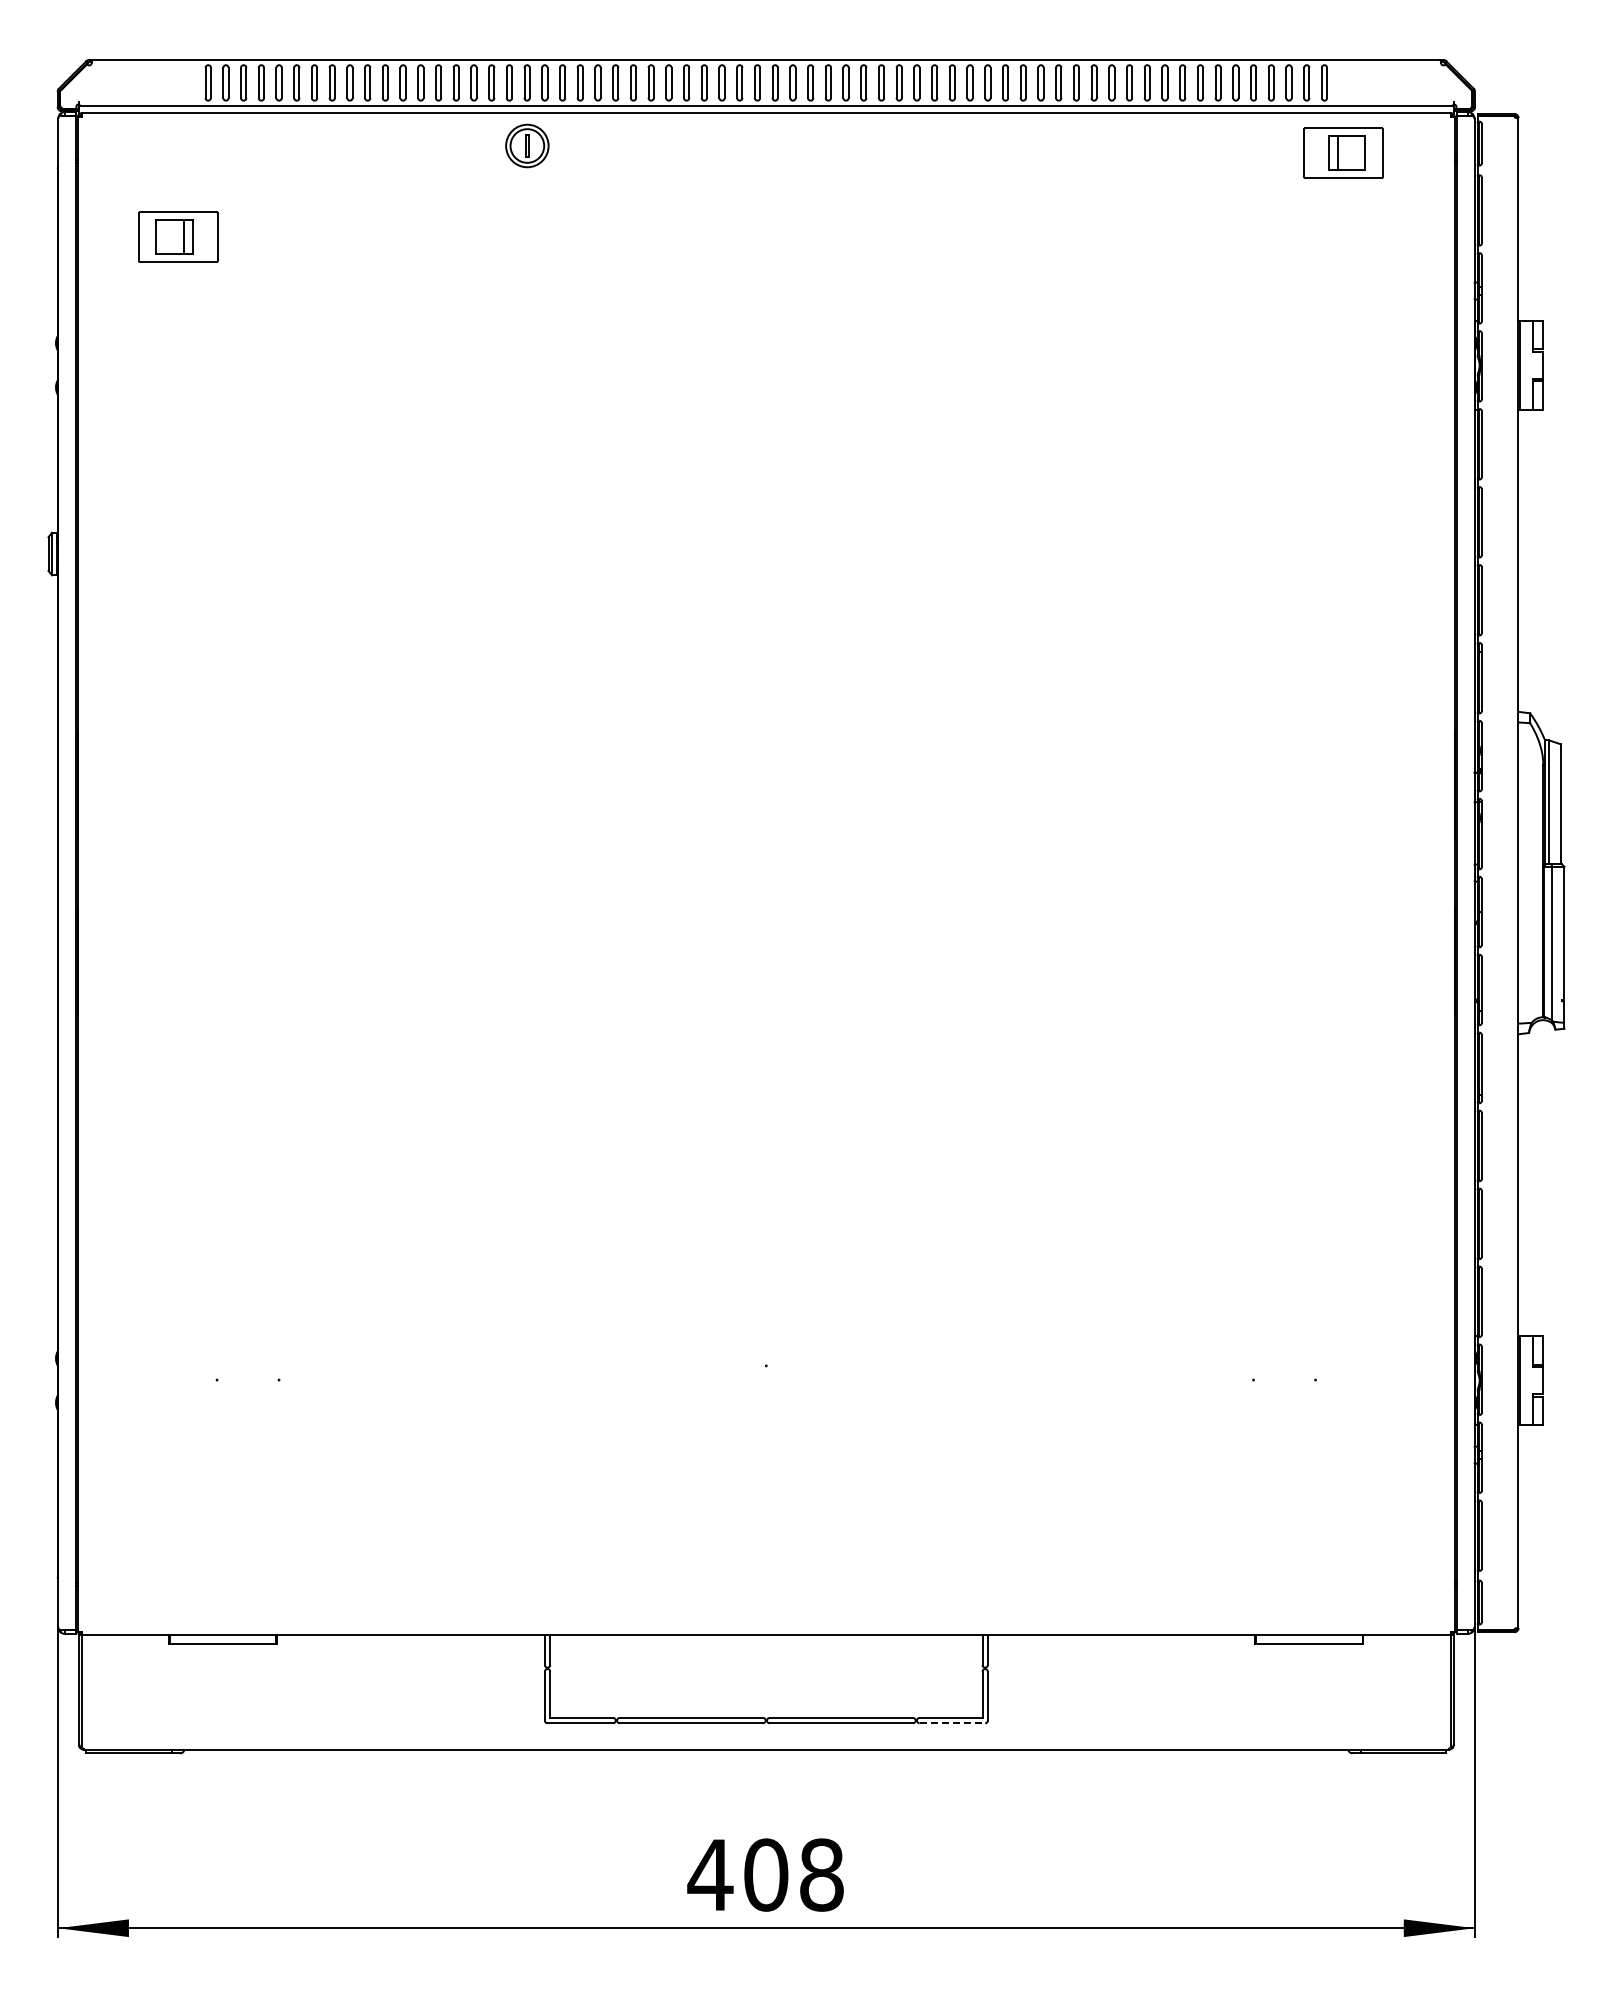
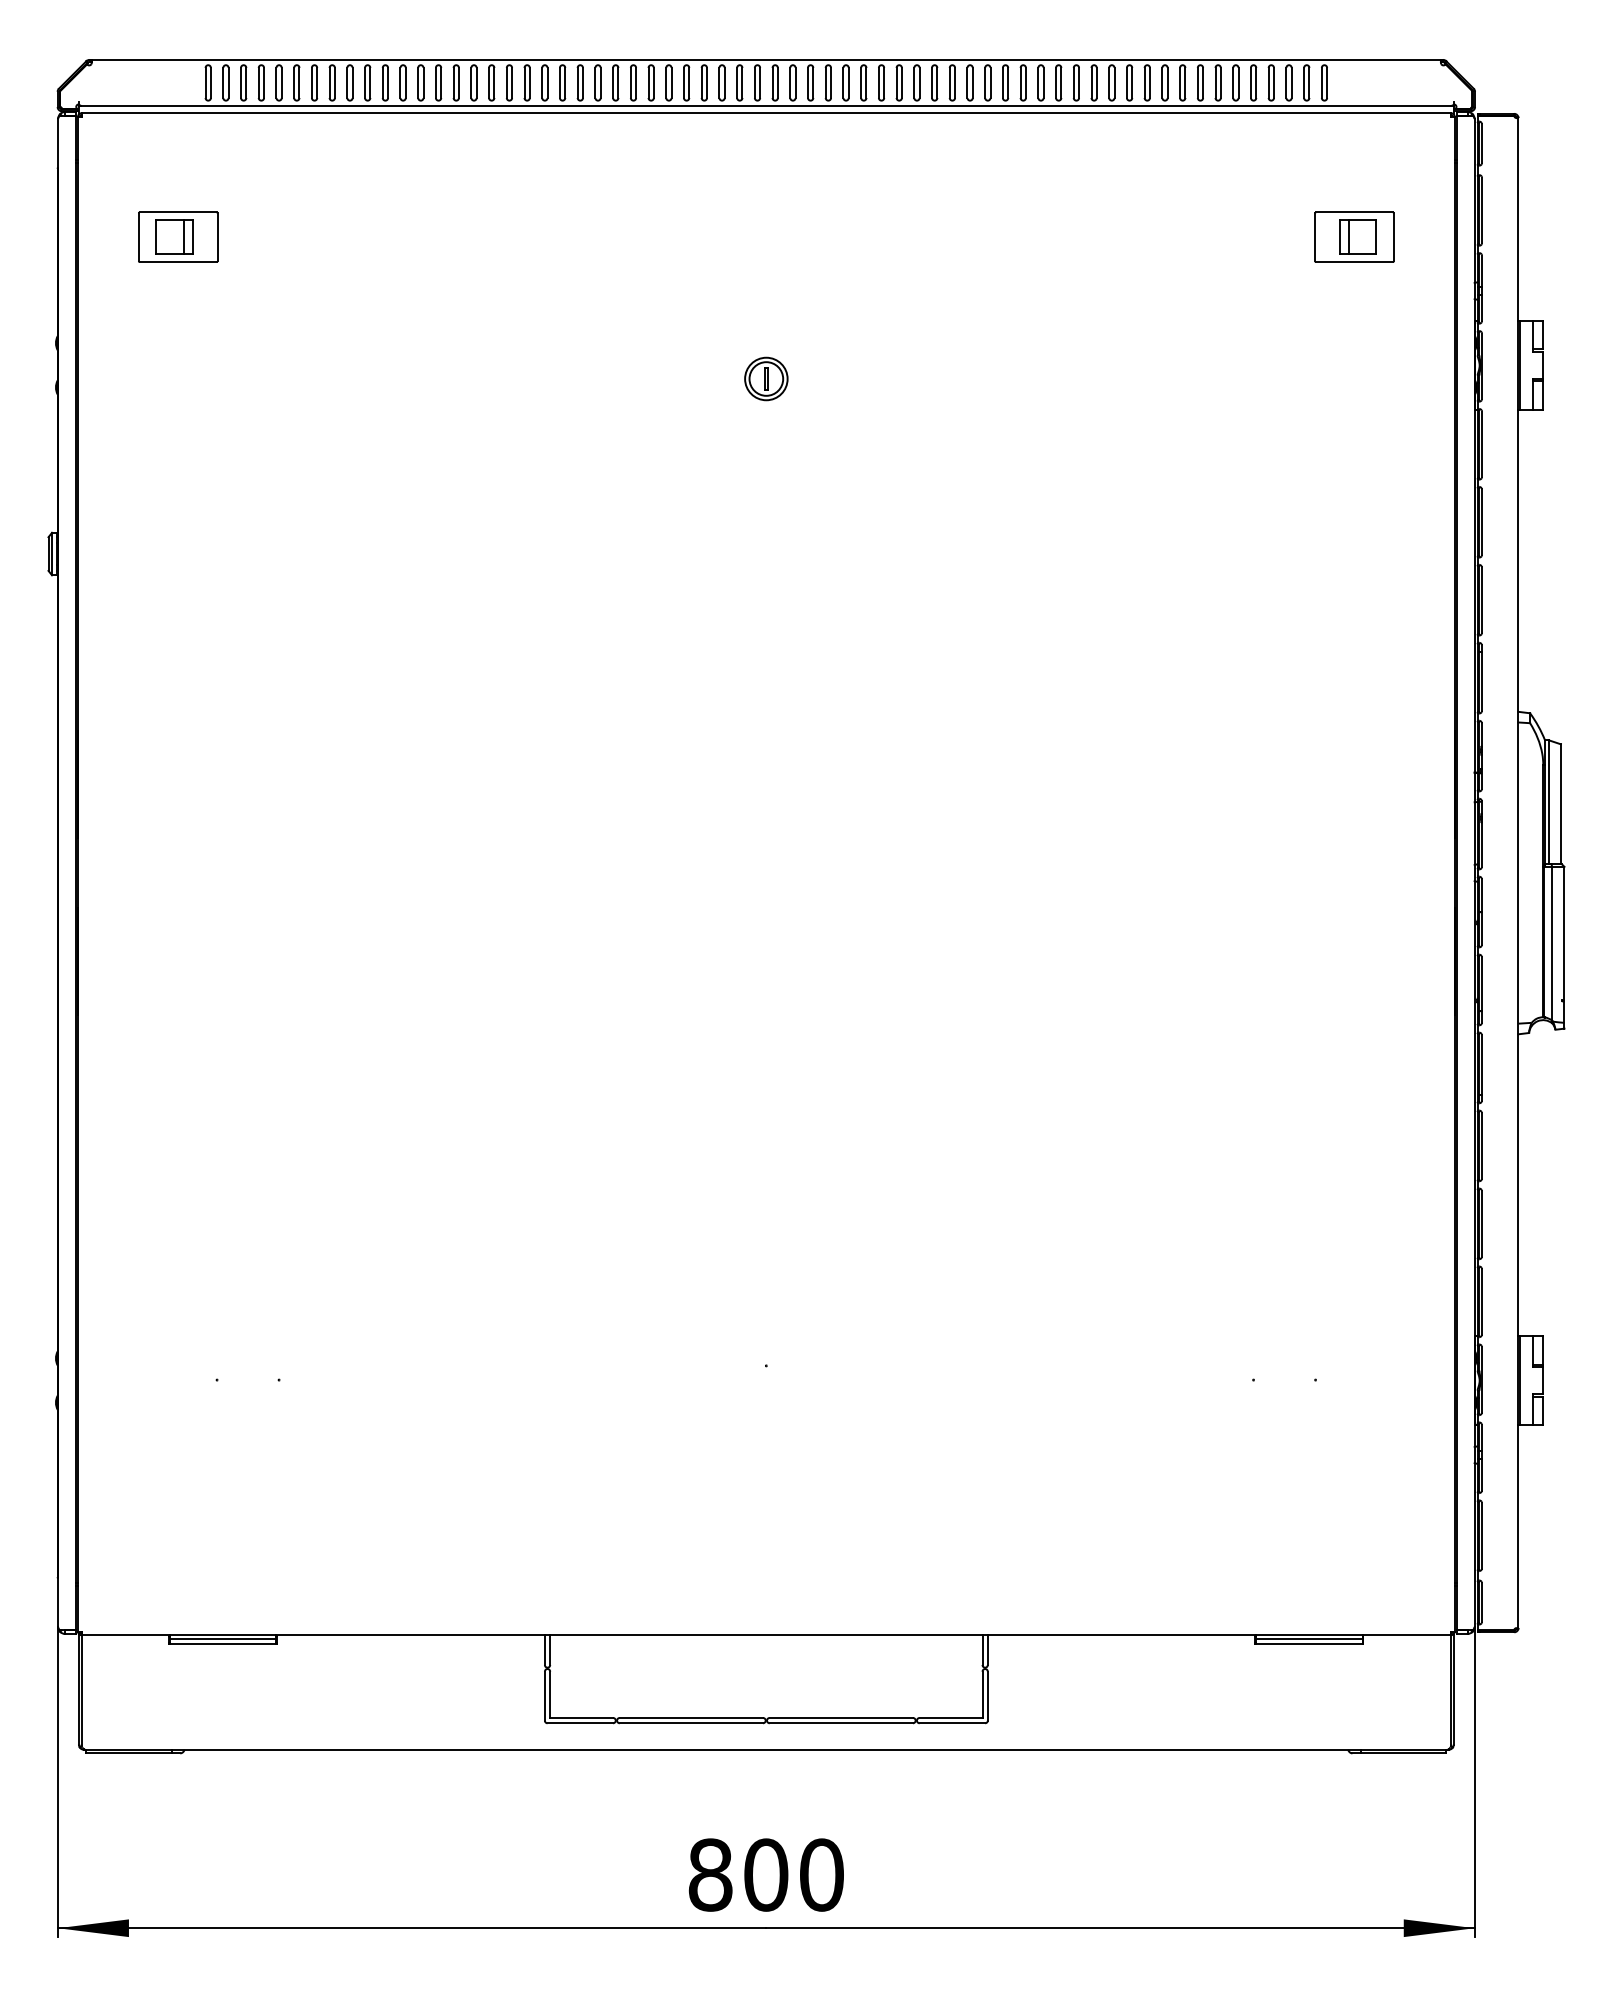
part at (527, 145) position: (527, 145) -> (766, 378)
part at (1343, 152) position: (1343, 152) -> (1354, 236)
line at (223, 1639): none -> present
line at (1309, 1639): none -> present
line at (952, 1723): dashed -> solid
text at (765, 1874): 408 -> 800
